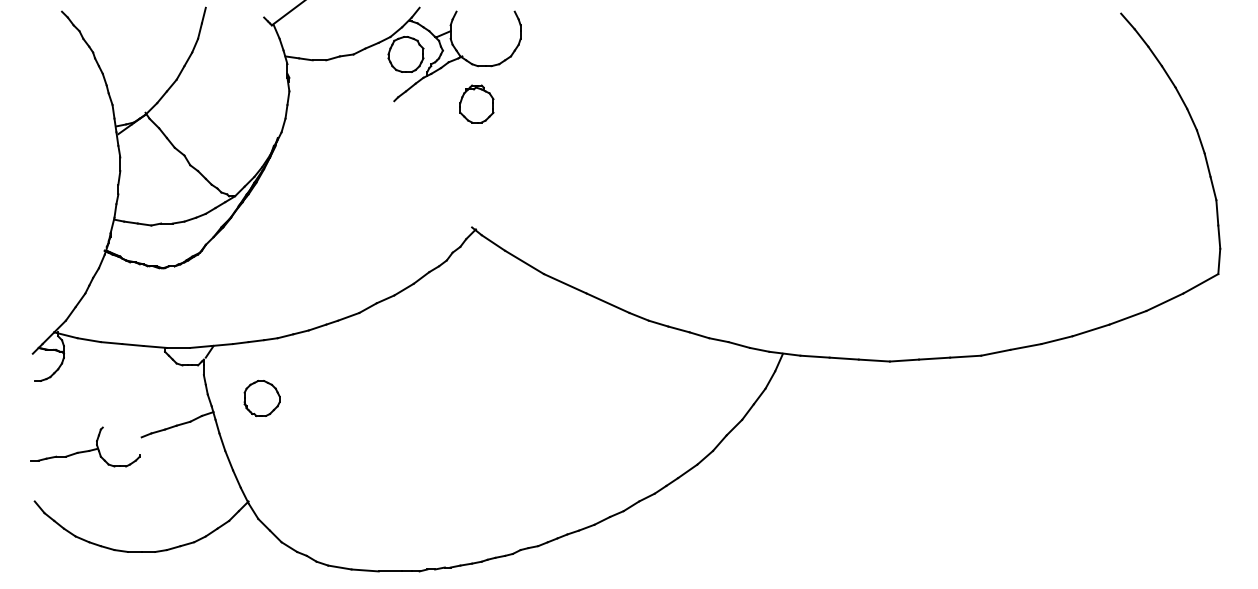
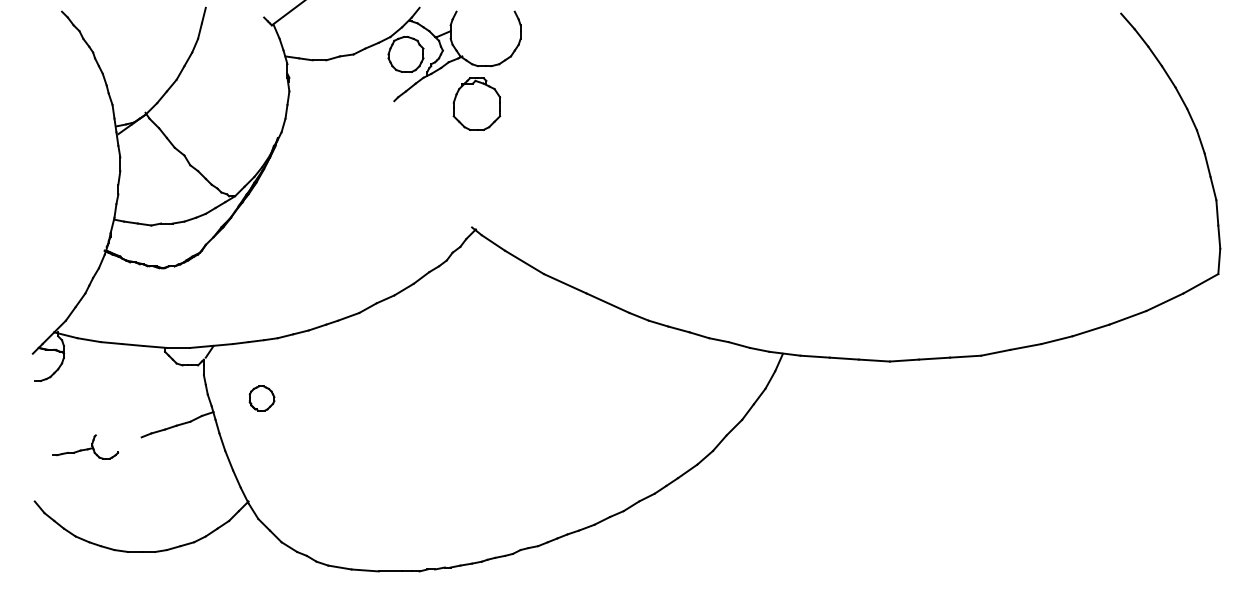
part at (476, 103) size: 36x40 px -> 50x54 px
part at (261, 398) size: 38x37 px -> 28x27 px
part at (85, 446) size: 111x42 px -> 68x26 px
